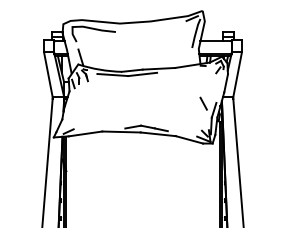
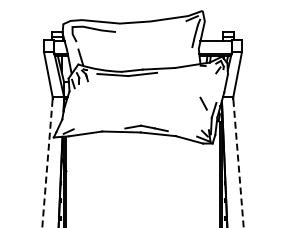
line at (47, 162): solid -> dashed
line at (238, 162): solid -> dashed
